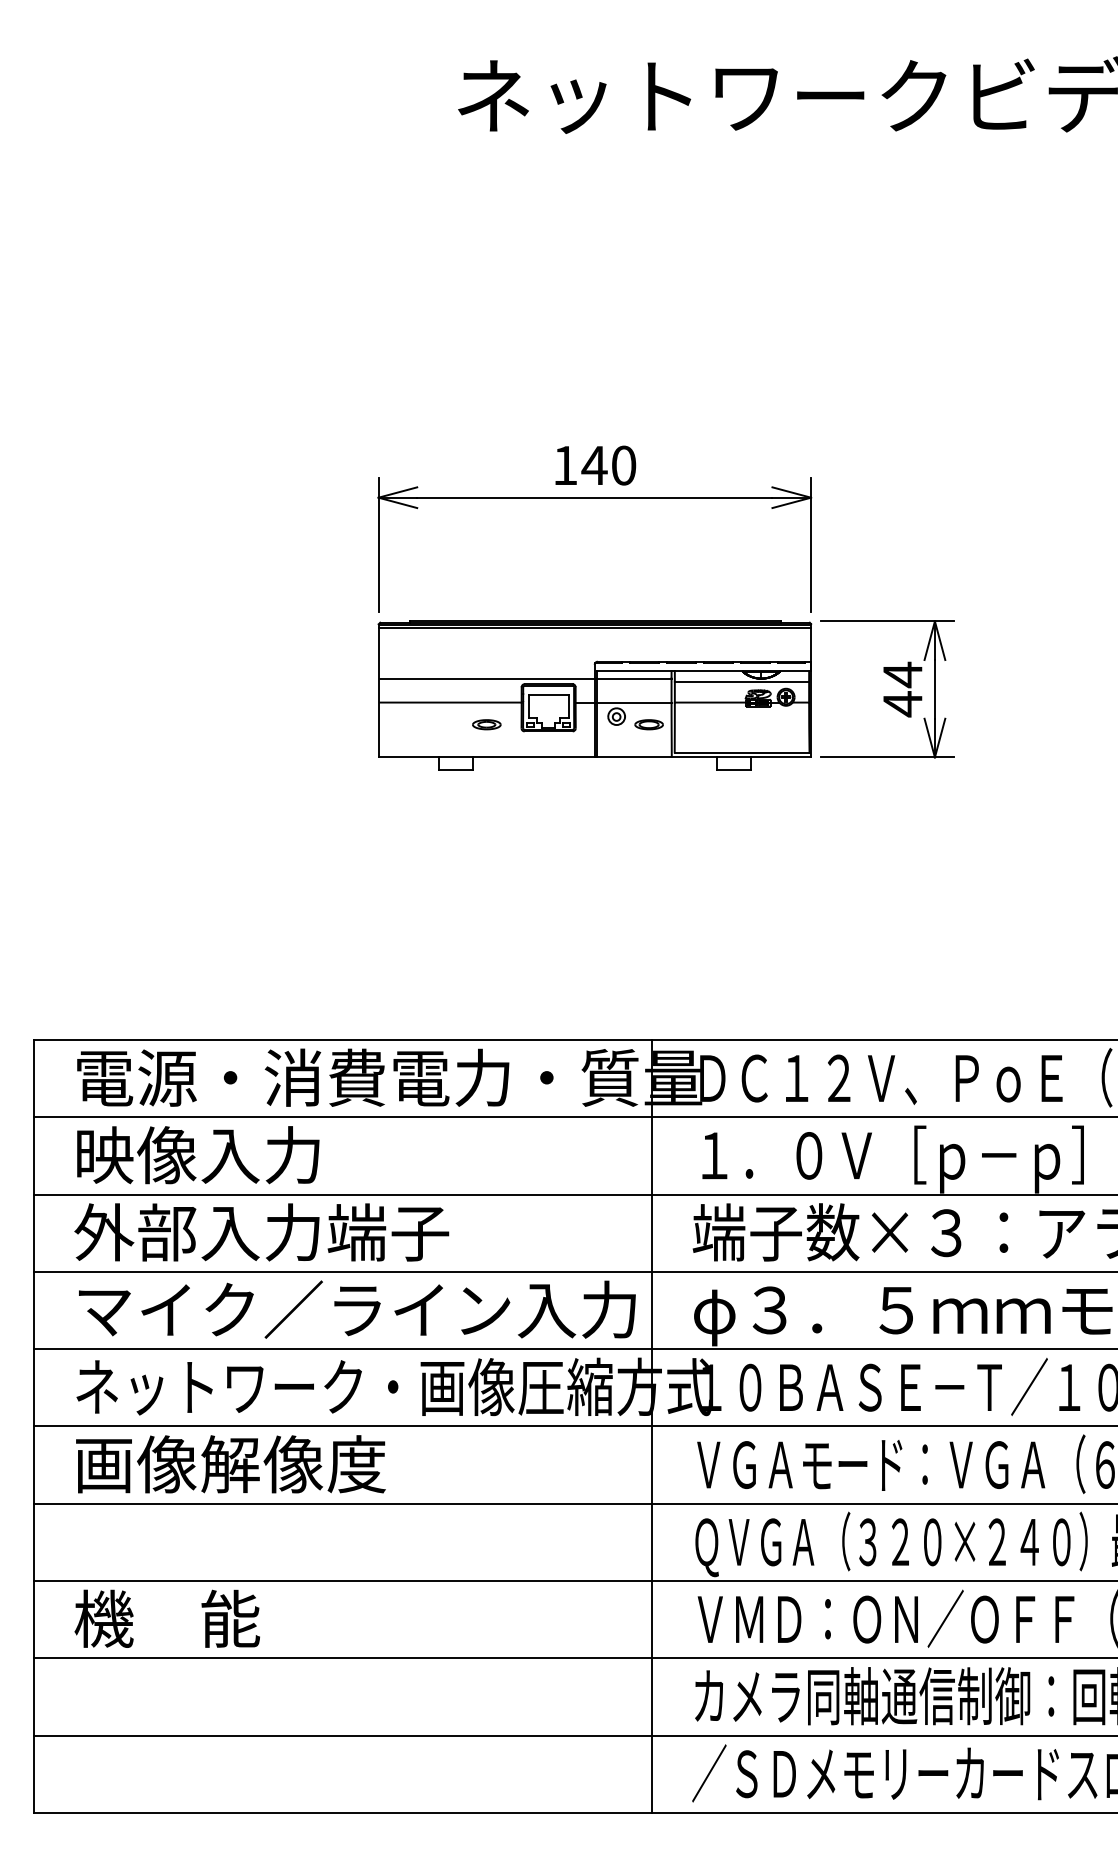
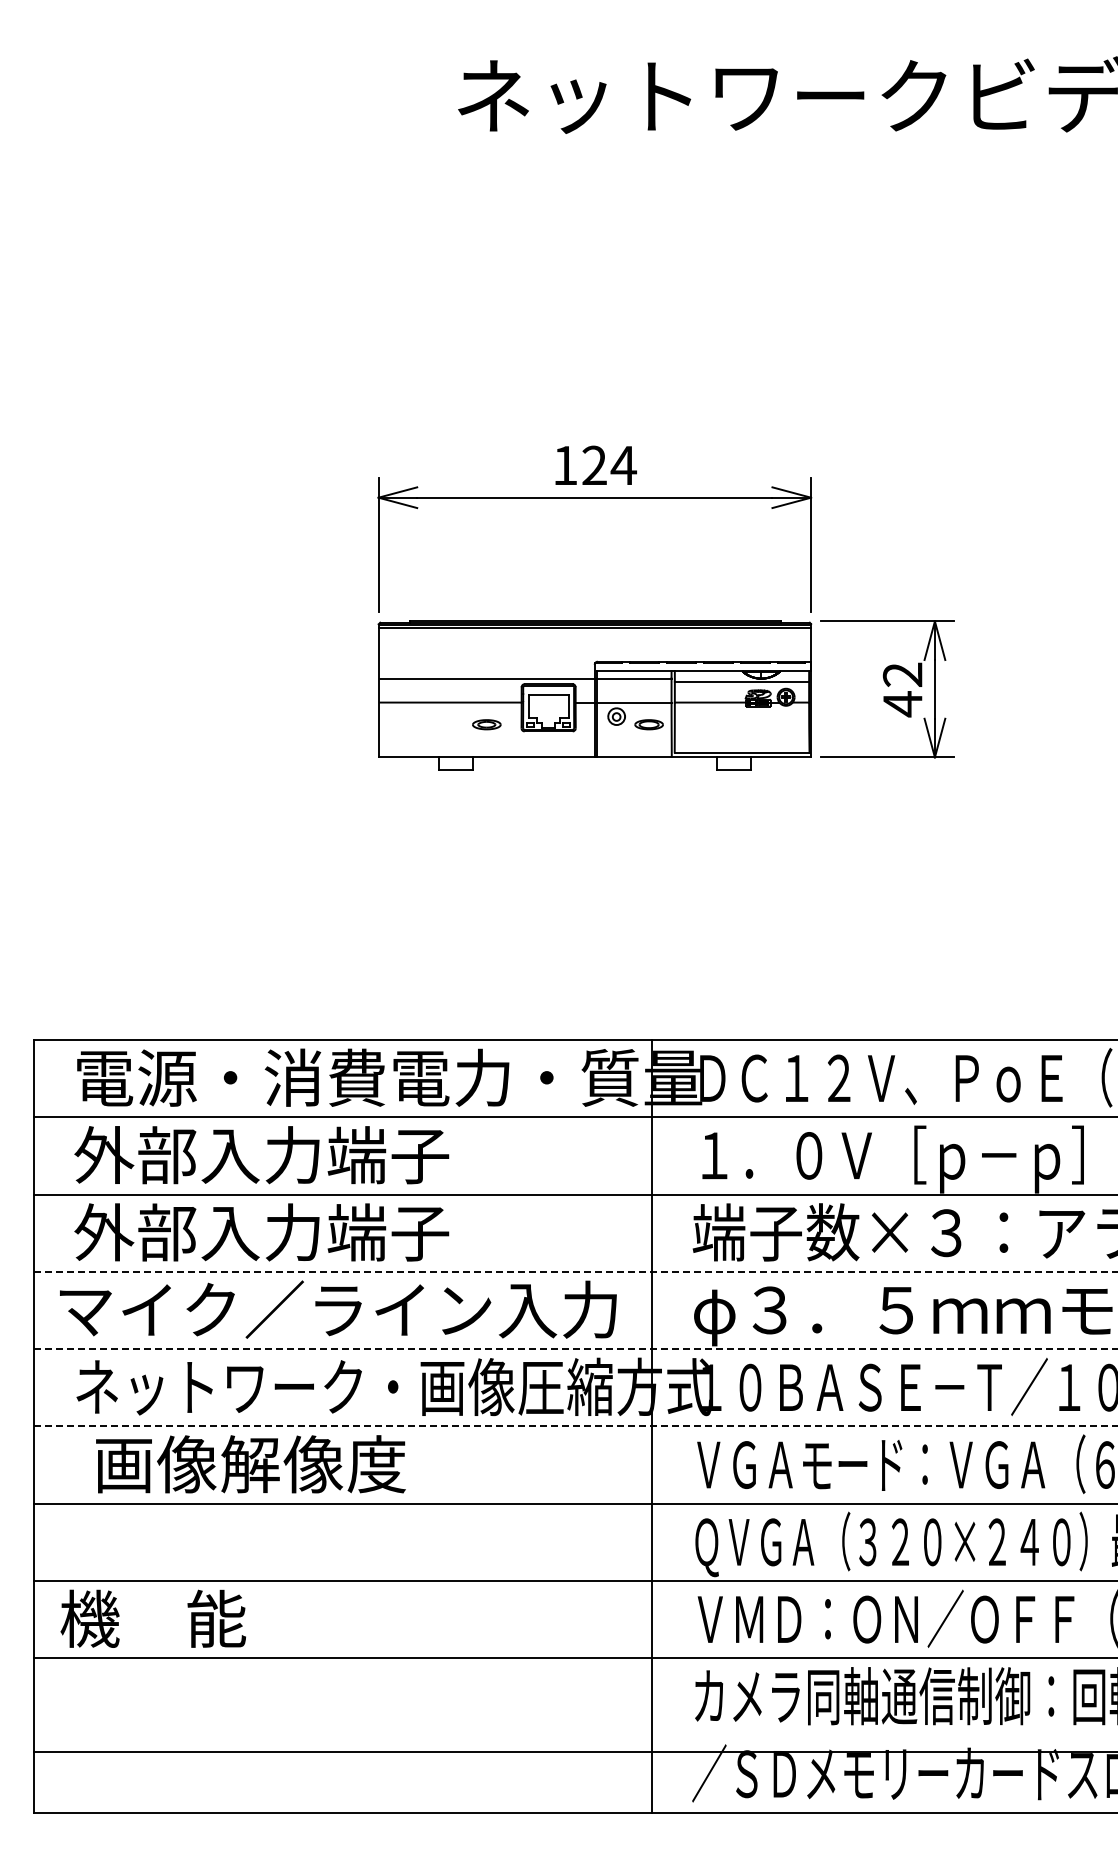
text at (609, 465): 140 -> 124
text at (902, 674): 44 -> 42
text at (261, 1155): 映像入力 -> 外部入力端子
line at (575, 1271): solid -> dashed
text at (357, 1309) position: (357, 1309) -> (338, 1309)
line at (575, 1349): solid -> dashed
line at (575, 1426): solid -> dashed
text at (230, 1464) position: (230, 1464) -> (250, 1464)
text at (166, 1618) position: (166, 1618) -> (152, 1618)
line at (573, 1735) position: (573, 1735) -> (573, 1751)
